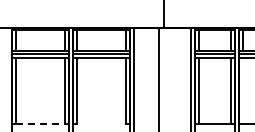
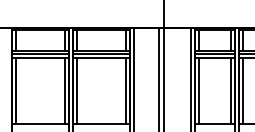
line at (163, 78): none -> present
line at (242, 90): none -> present
line at (40, 123): dashed -> solid
line at (100, 123): none -> present
